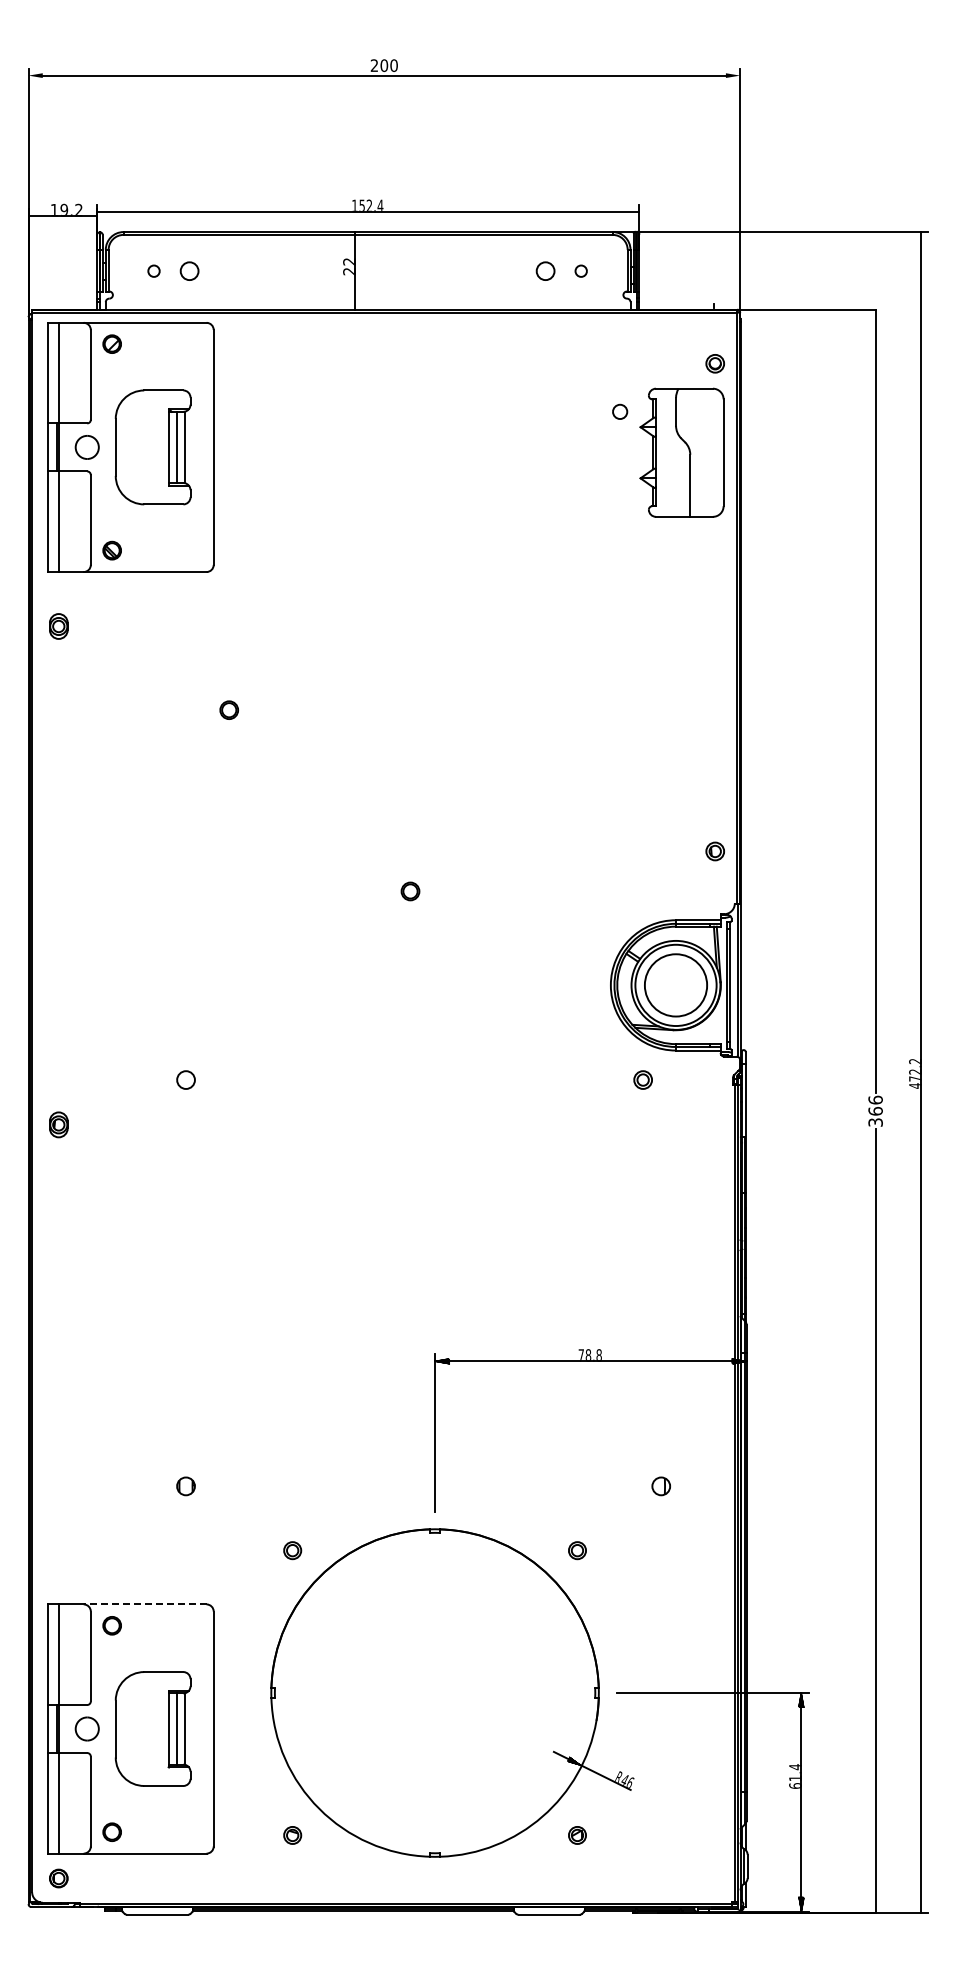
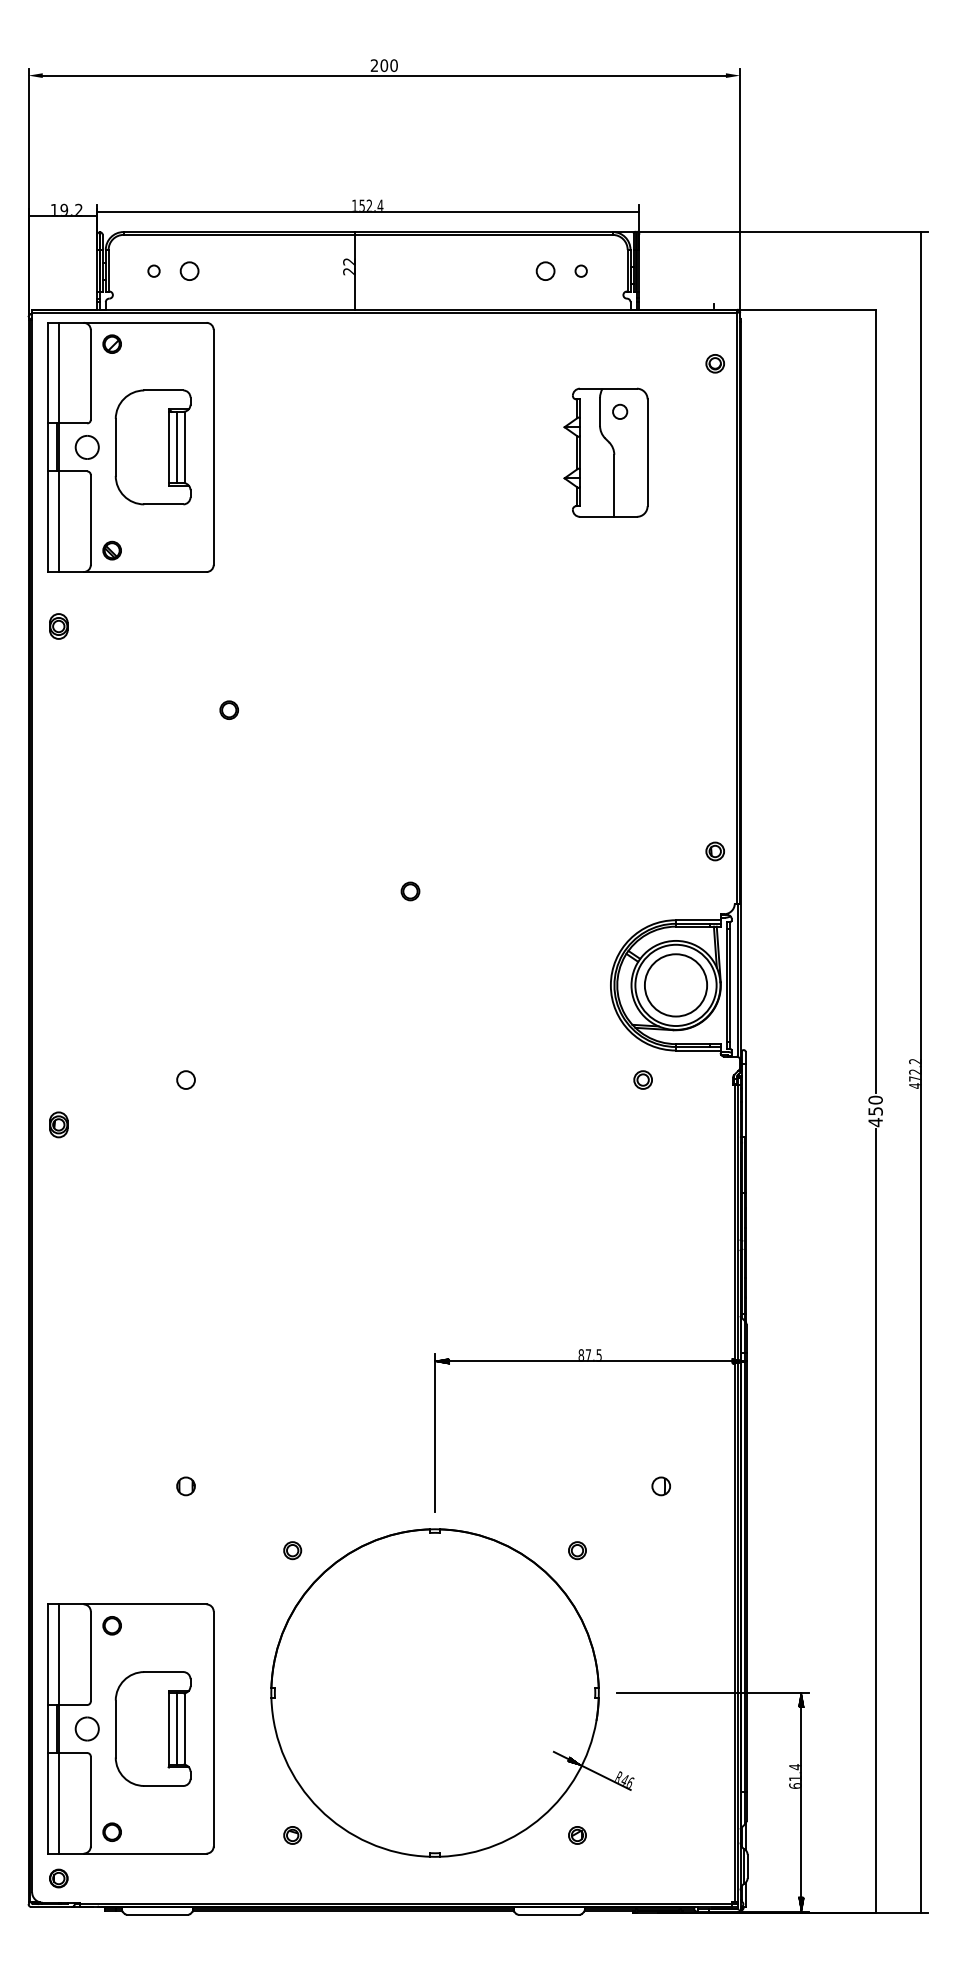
part at (681, 452) position: (681, 452) -> (605, 452)
text at (875, 1111): 366 -> 450
text at (589, 1354): 78.8 -> 87.5
line at (144, 1604): dashed -> solid
